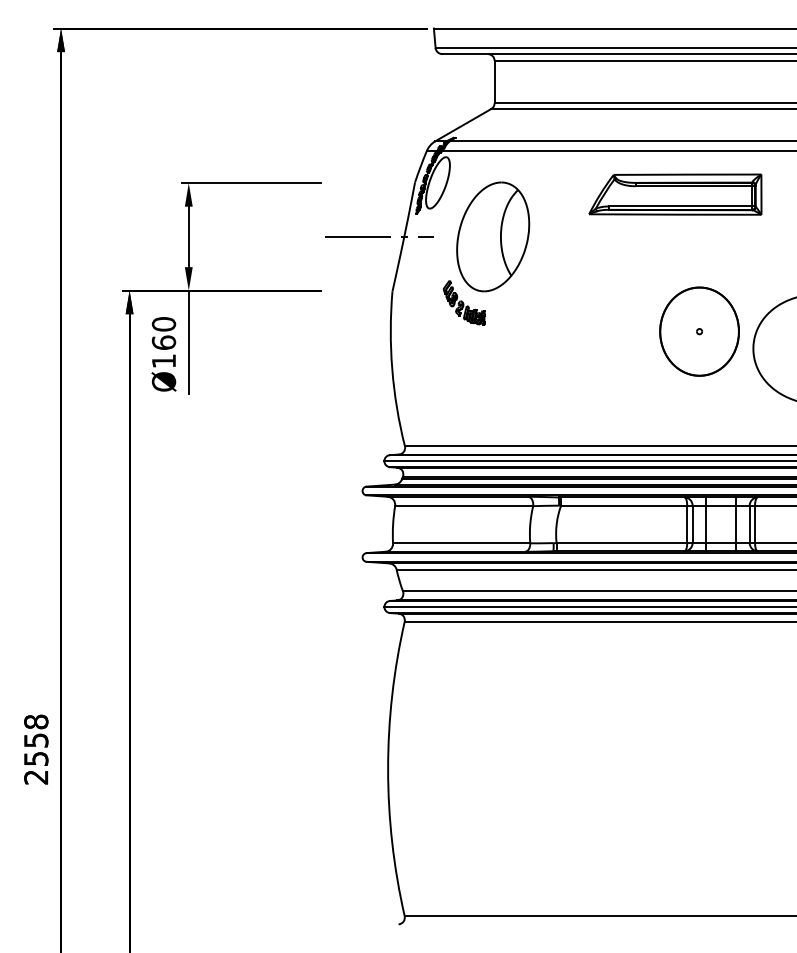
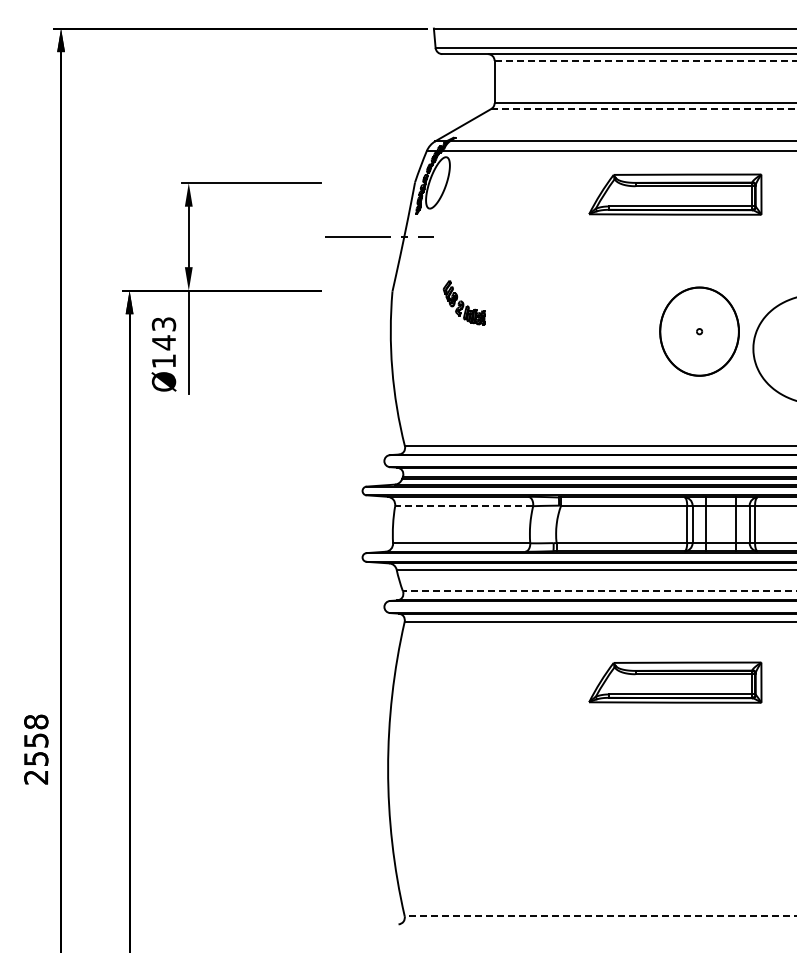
line at (645, 60): solid -> dashed
line at (644, 109): solid -> dashed
part at (493, 236): present -> none
text at (163, 333): Ø160 -> Ø143
line at (588, 461): present -> none
line at (464, 506): solid -> dashed
line at (599, 591): solid -> dashed
line at (588, 607): present -> none
part at (675, 682): none -> present
line at (600, 916): solid -> dashed
